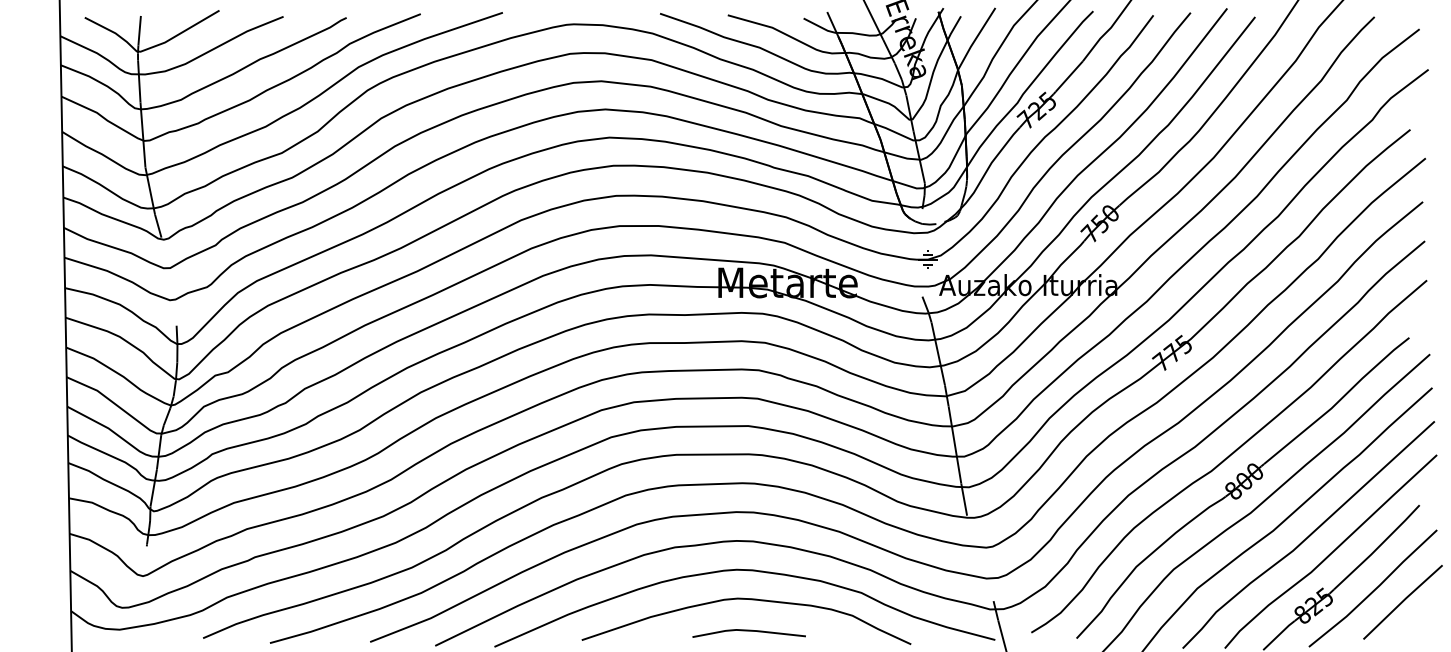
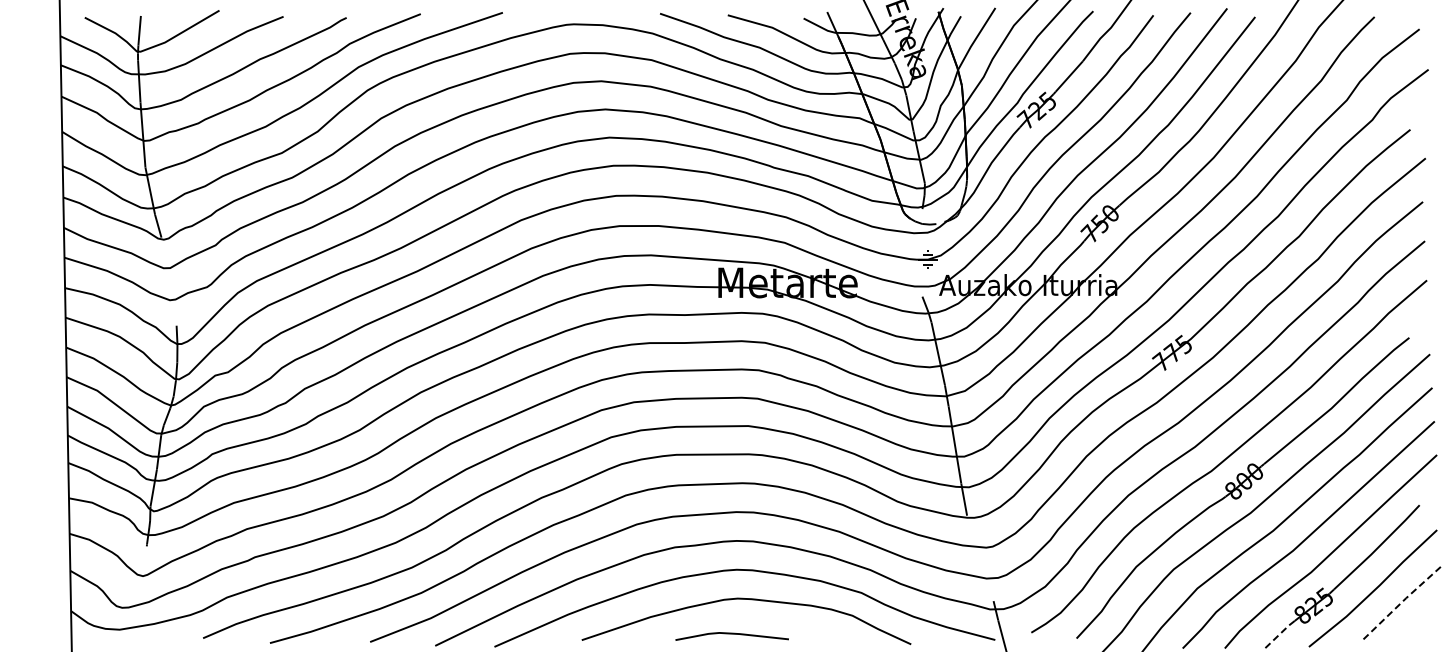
line at (1403, 601): solid -> dashed
line at (748, 631) position: (748, 631) -> (731, 634)
line at (1278, 635): solid -> dashed
